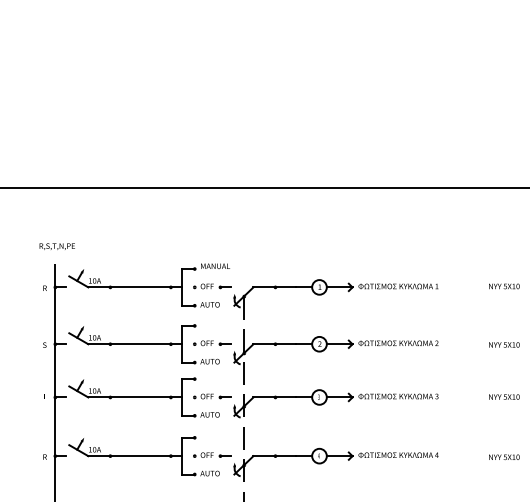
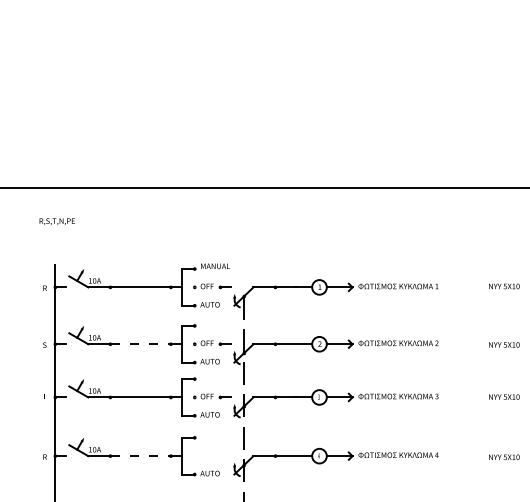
text at (56, 246) position: (56, 246) -> (56, 221)
line at (141, 344): solid -> dashed
part at (212, 454): present -> none
line at (141, 456): solid -> dashed
